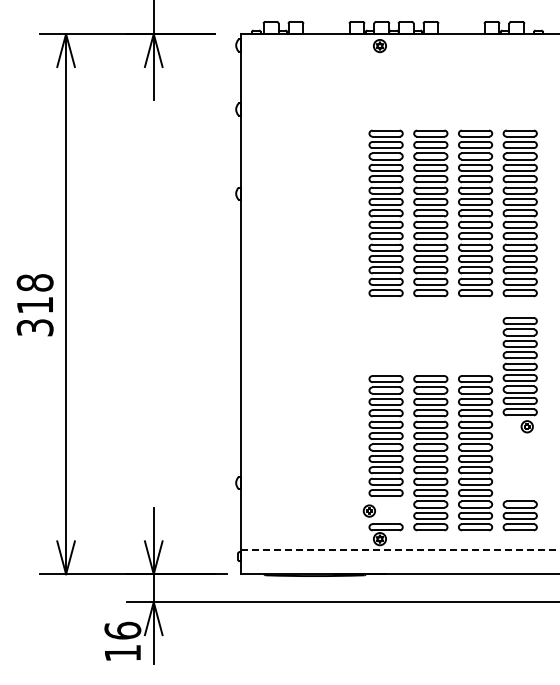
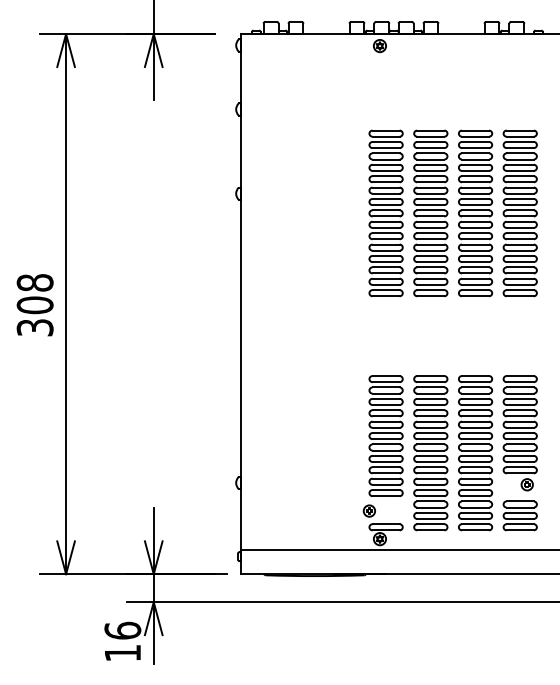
text at (34, 305): 318 -> 308
part at (519, 375) position: (519, 375) -> (519, 433)
line at (400, 549): dashed -> solid
